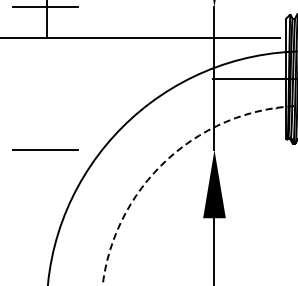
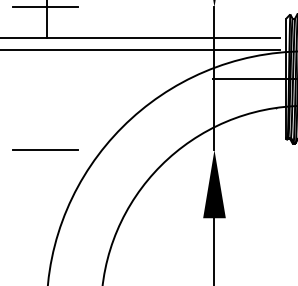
line at (141, 49): none -> present
arc at (167, 159): dashed -> solid
